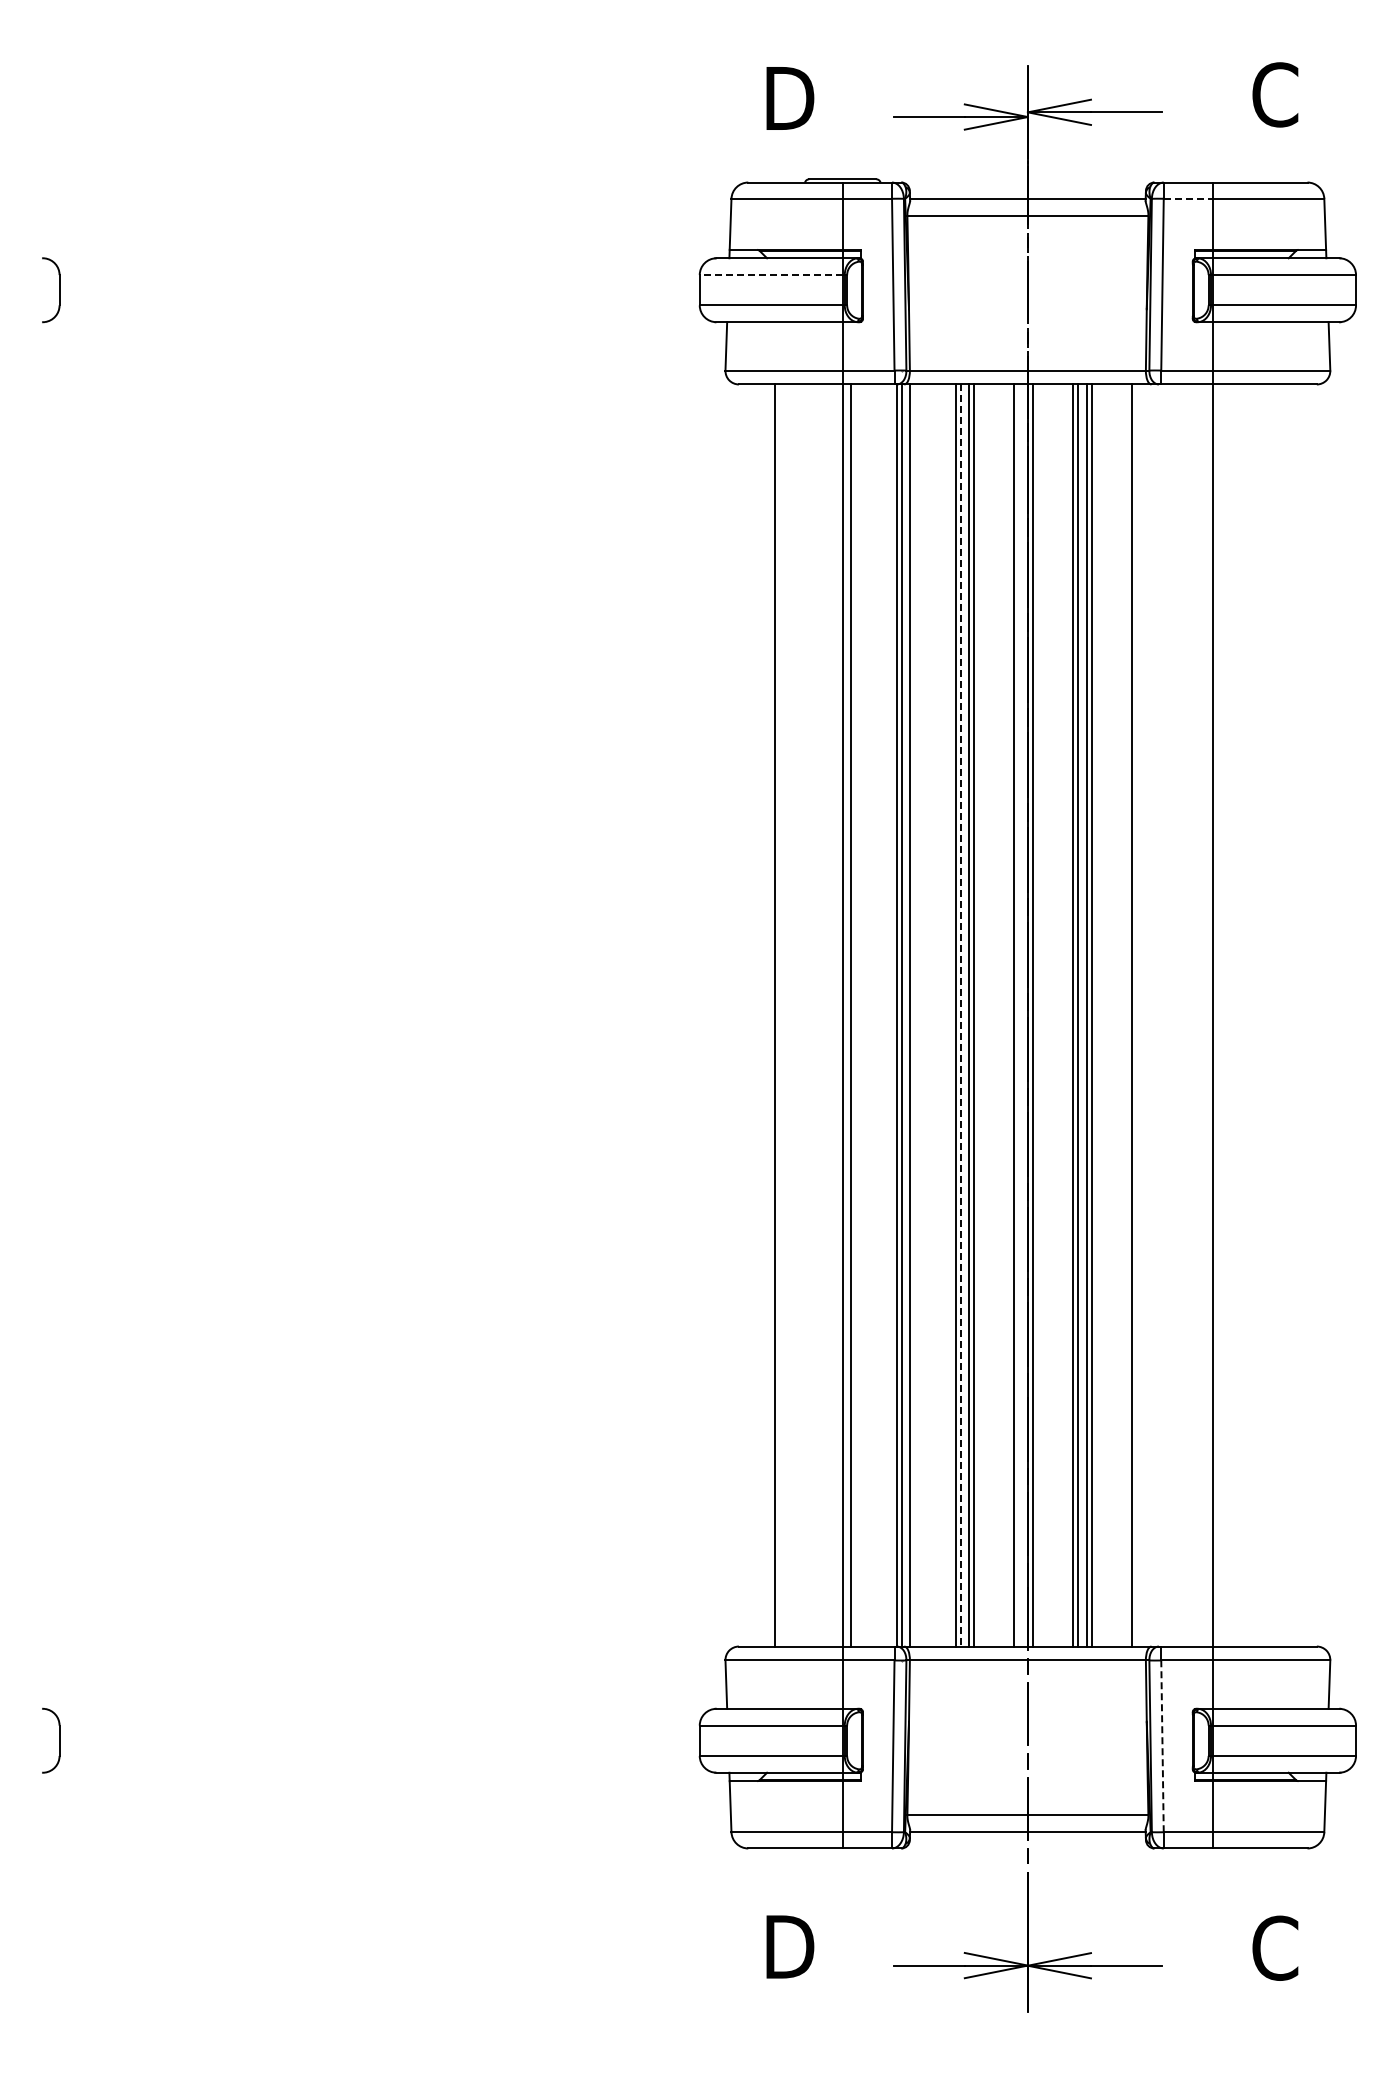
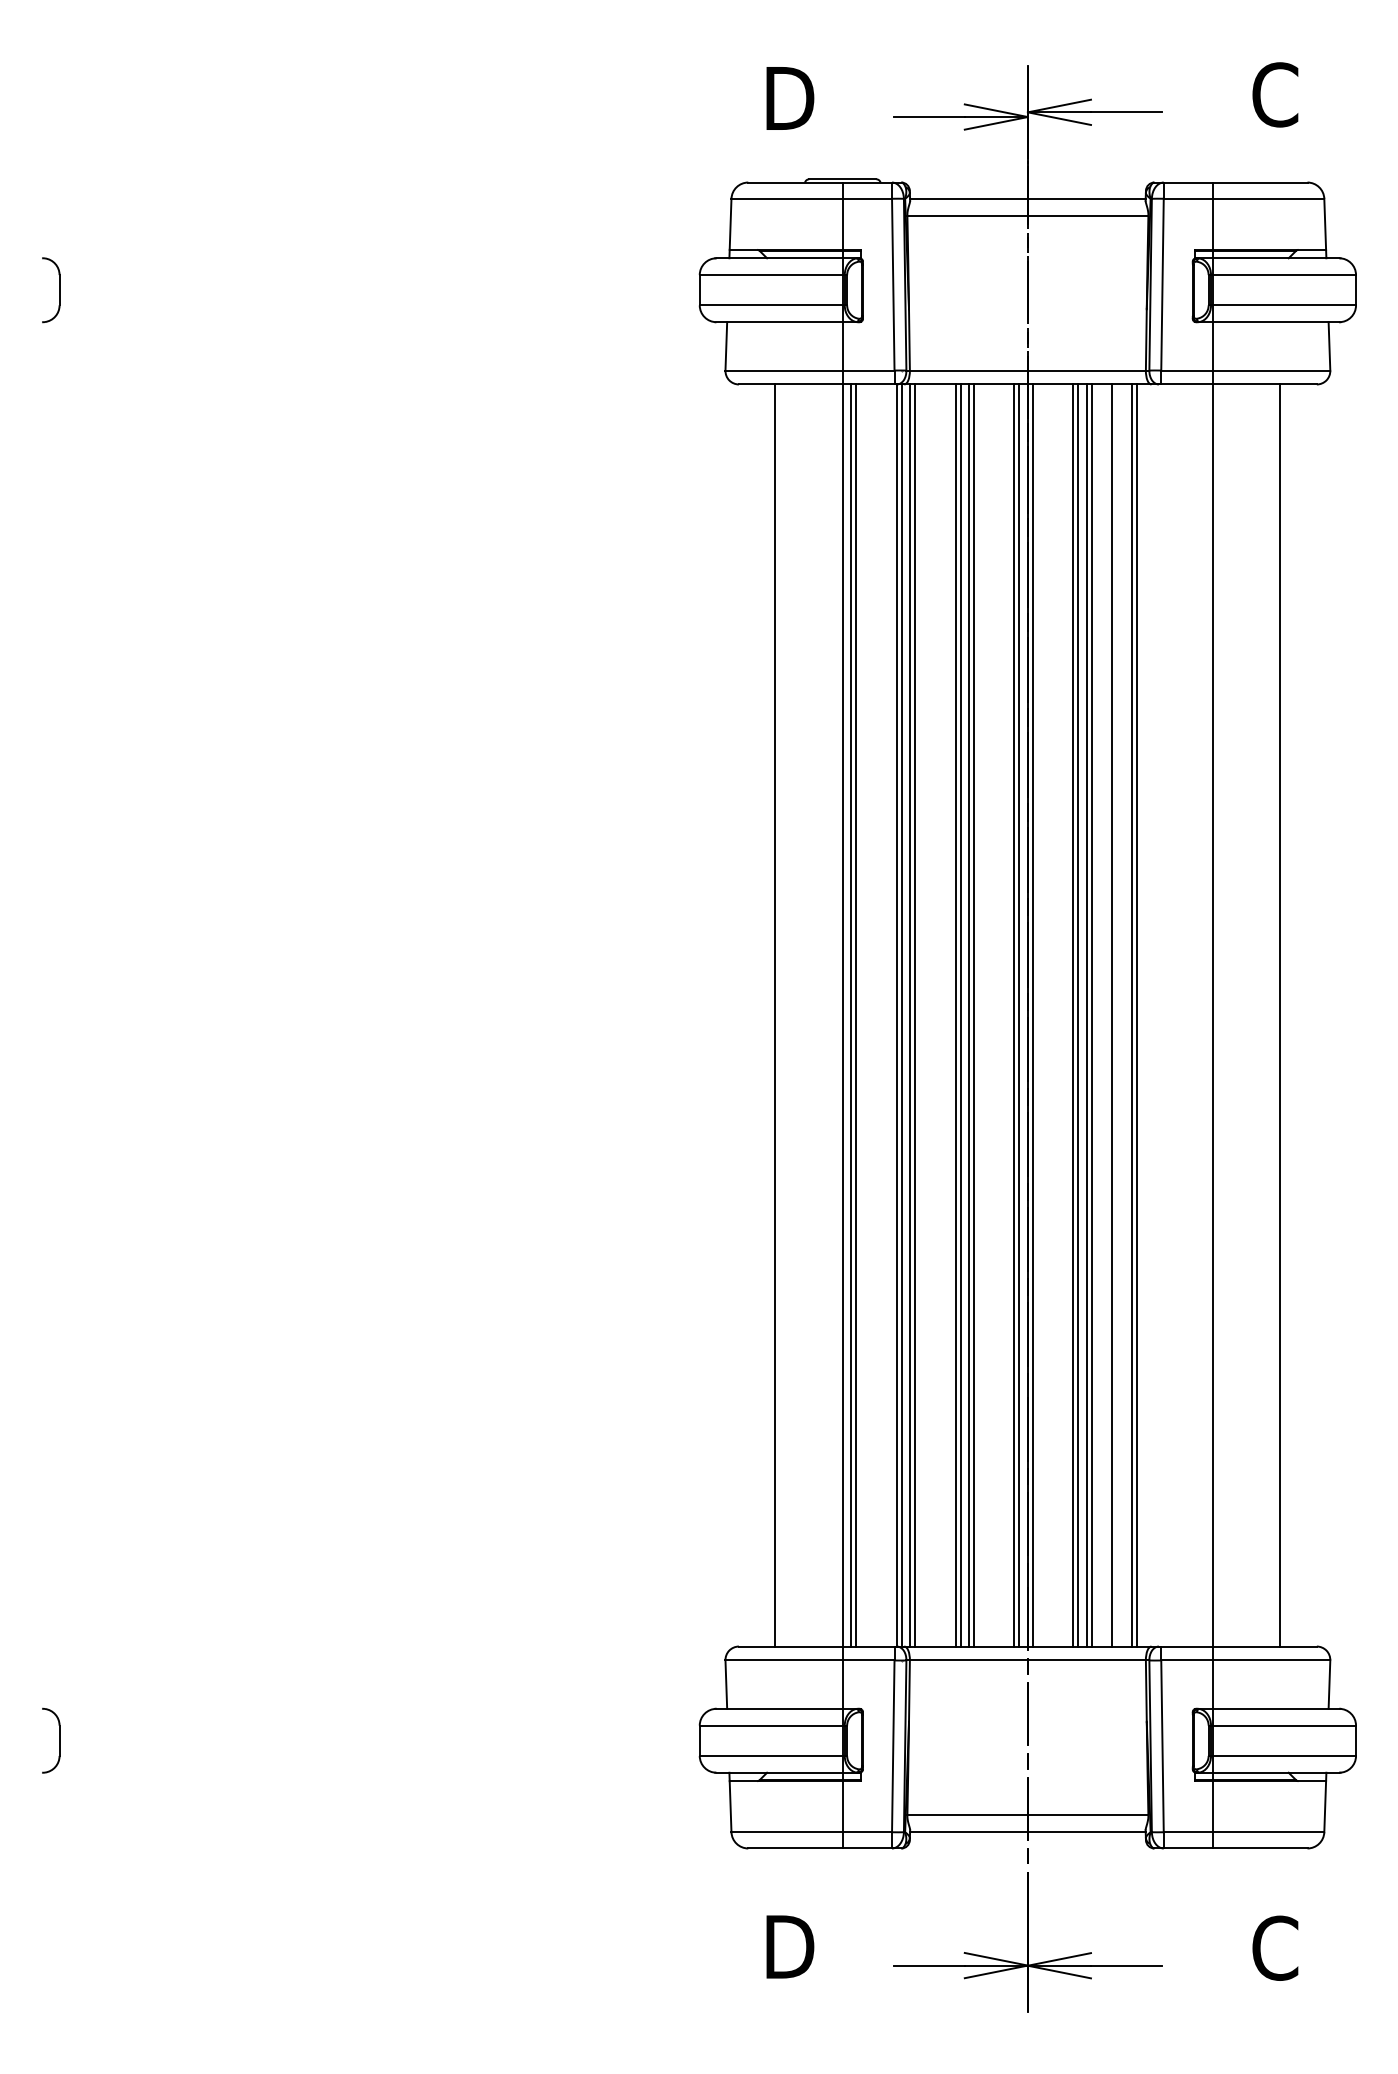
line at (1188, 198): dashed -> solid
line at (771, 275): dashed -> solid
line at (856, 1015): none -> present
line at (915, 1015): none -> present
line at (1019, 1015): none -> present
line at (1112, 1015): none -> present
line at (1137, 1015): none -> present
line at (1280, 1015): none -> present
line at (960, 1016): dashed -> solid
line at (1162, 1746): dashed -> solid
